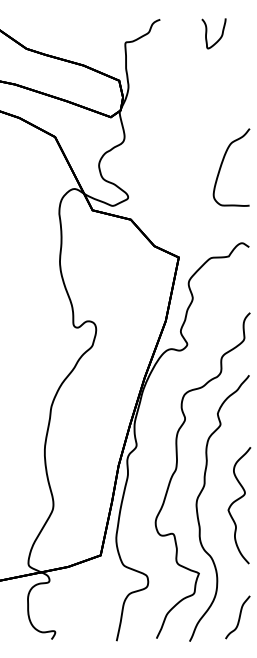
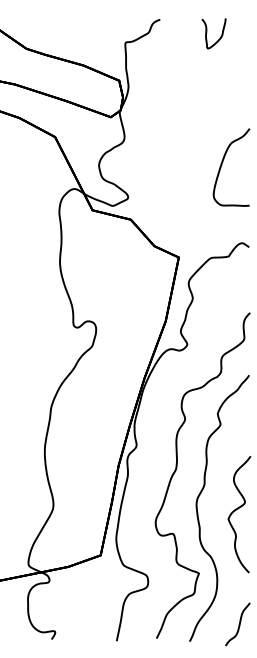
curve at (236, 501) position: (236, 501) -> (236, 510)
curve at (238, 617) position: (238, 617) -> (238, 624)
